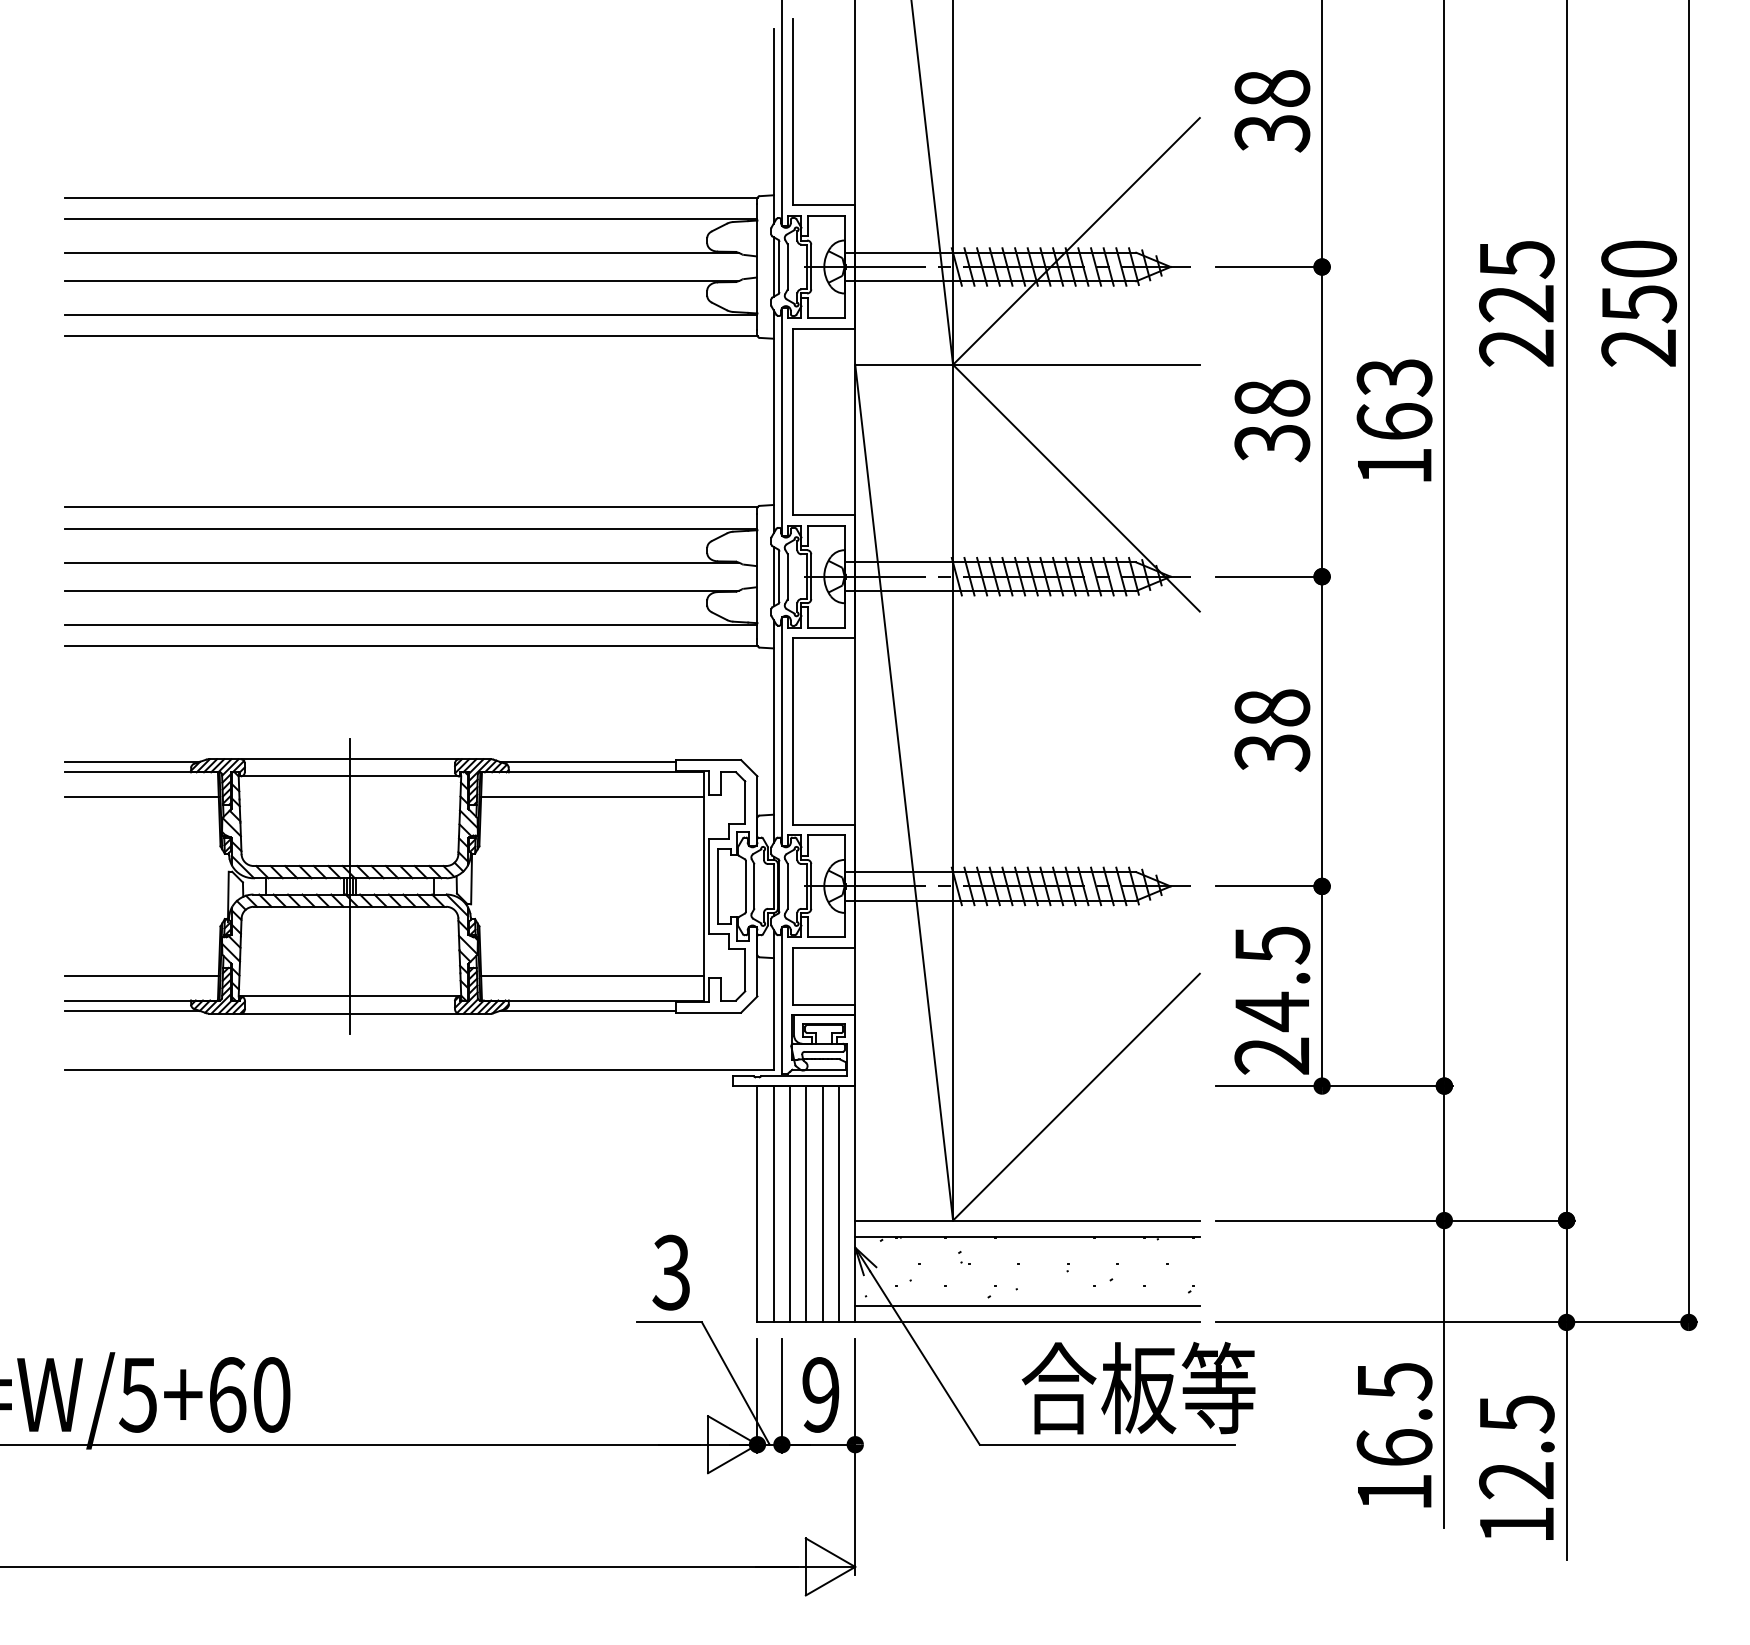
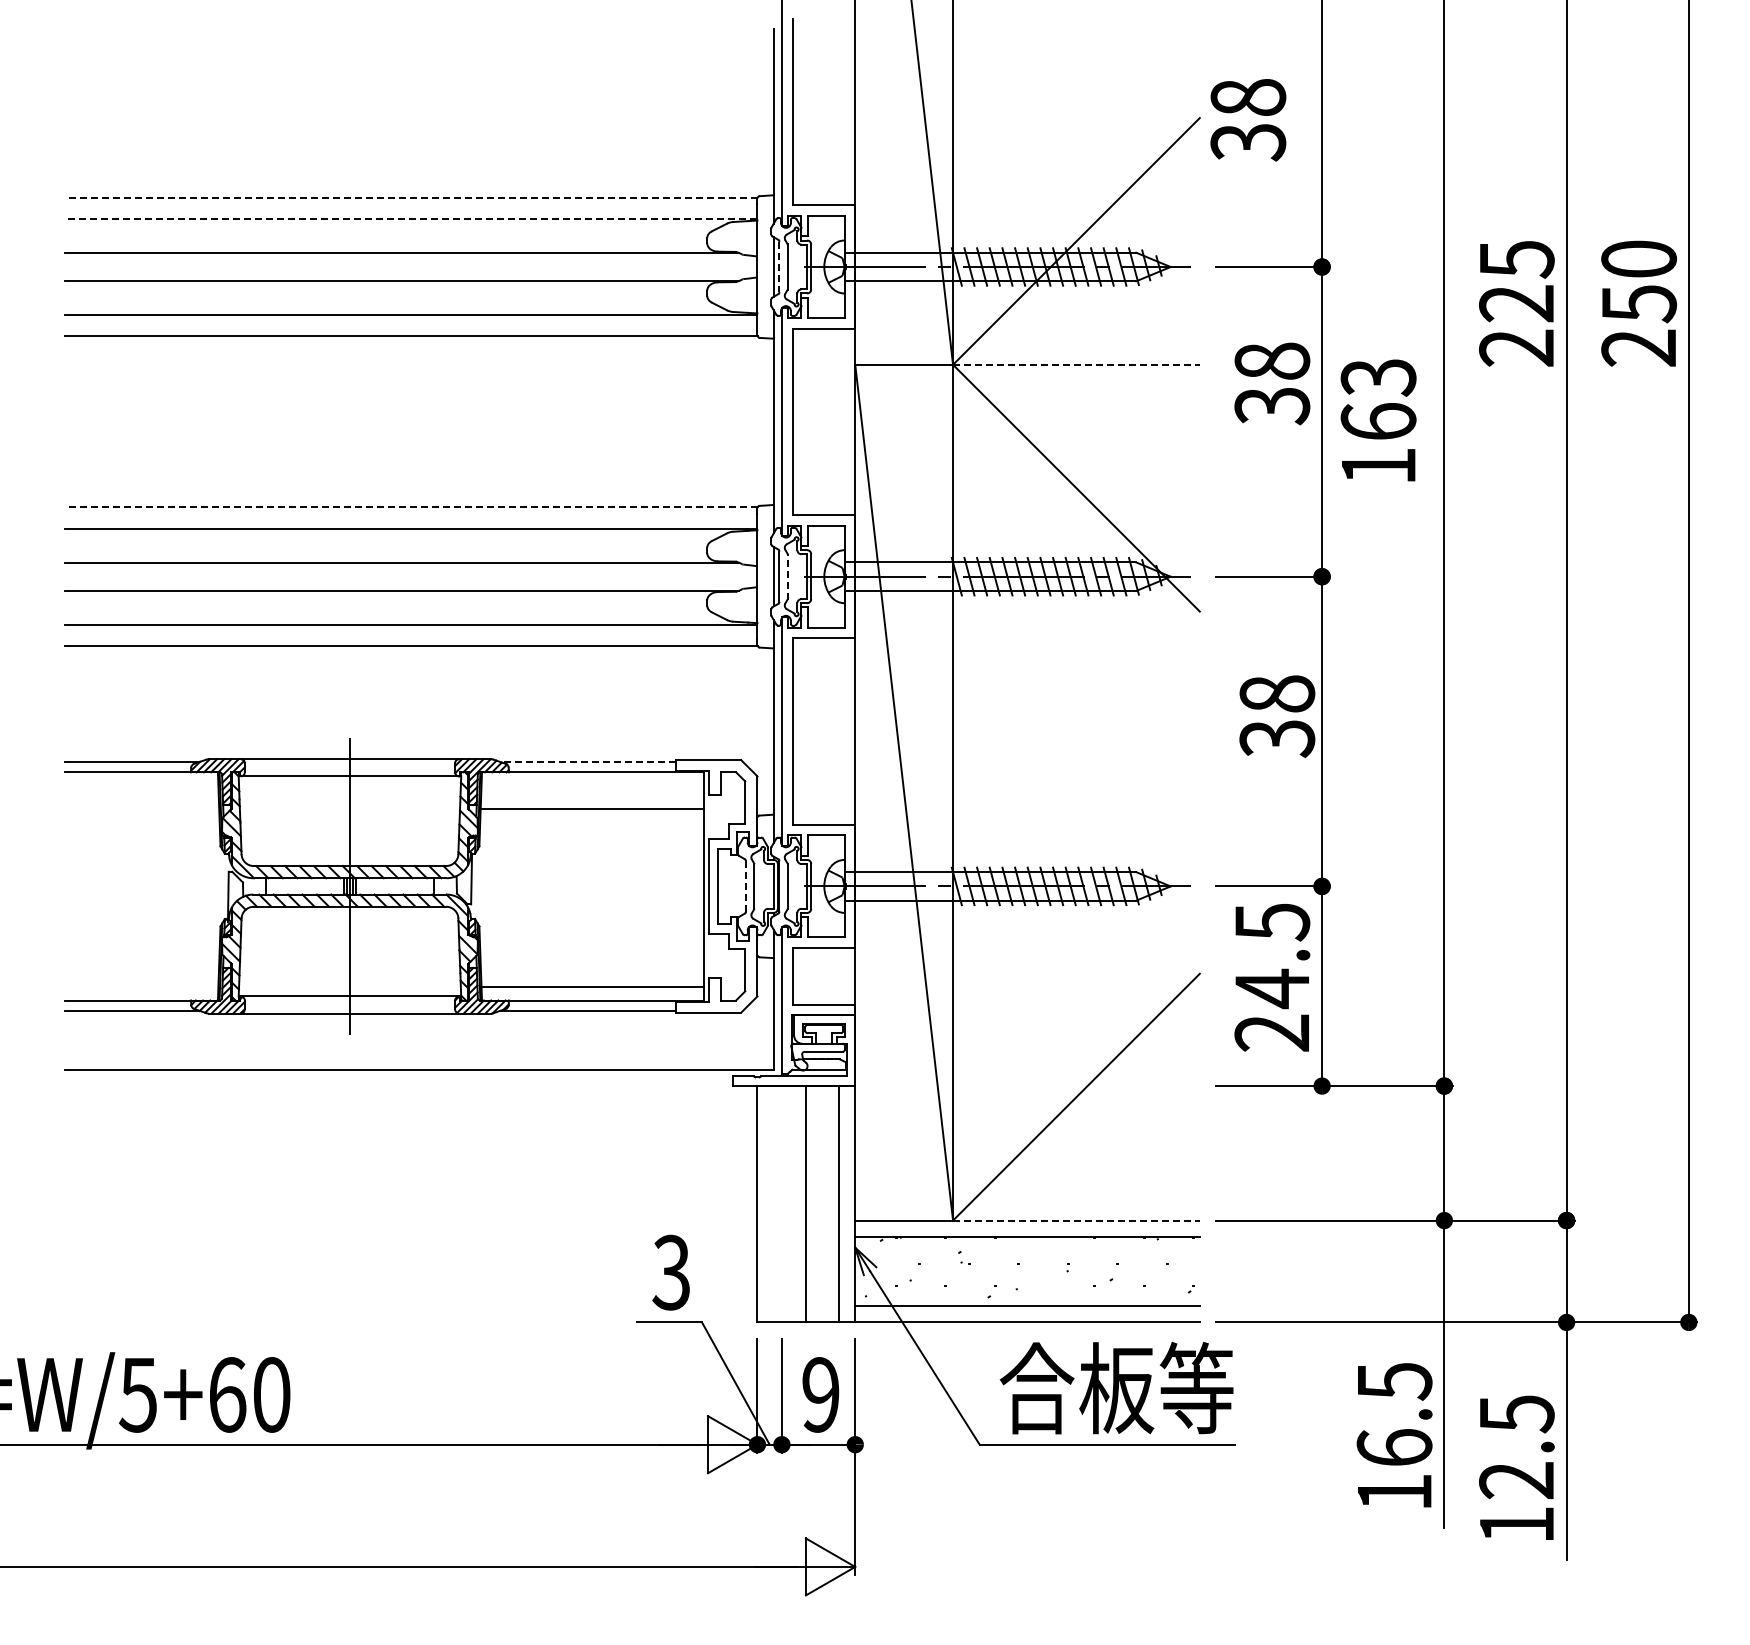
text at (1272, 111) position: (1272, 111) -> (1248, 120)
line at (410, 197): solid -> dashed
line at (410, 218): solid -> dashed
line at (779, 267): solid -> dashed
line at (1076, 364): solid -> dashed
text at (1272, 420) position: (1272, 420) -> (1272, 383)
text at (1394, 420) position: (1394, 420) -> (1378, 420)
line at (410, 507): solid -> dashed
line at (787, 576): solid -> dashed
text at (1272, 730) position: (1272, 730) -> (1277, 716)
line at (587, 761): solid -> dashed
line at (141, 796): present -> none
line at (592, 796) position: (592, 796) -> (592, 808)
line at (746, 886): solid -> dashed
line at (141, 976): present -> none
line at (592, 976) position: (592, 976) -> (592, 987)
text at (1272, 1000) position: (1272, 1000) -> (1272, 977)
line at (773, 1204): present -> none
line at (790, 1204): present -> none
line at (822, 1204): present -> none
line at (1076, 1220): solid -> dashed
text at (1138, 1387) position: (1138, 1387) -> (1116, 1387)
